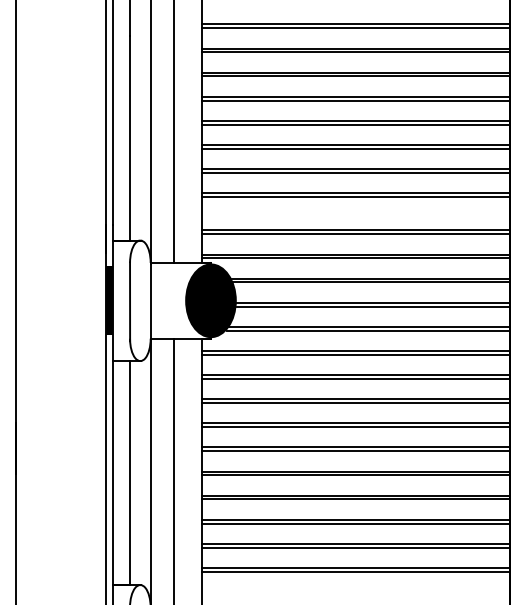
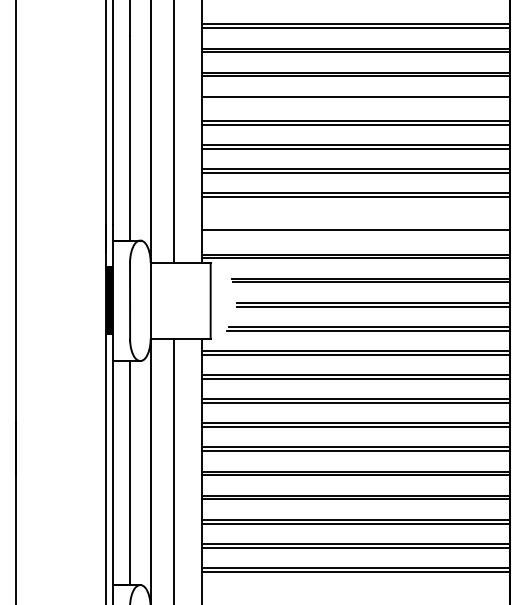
line at (355, 100): present -> none
line at (355, 234): present -> none
fill at (210, 300): present -> none
